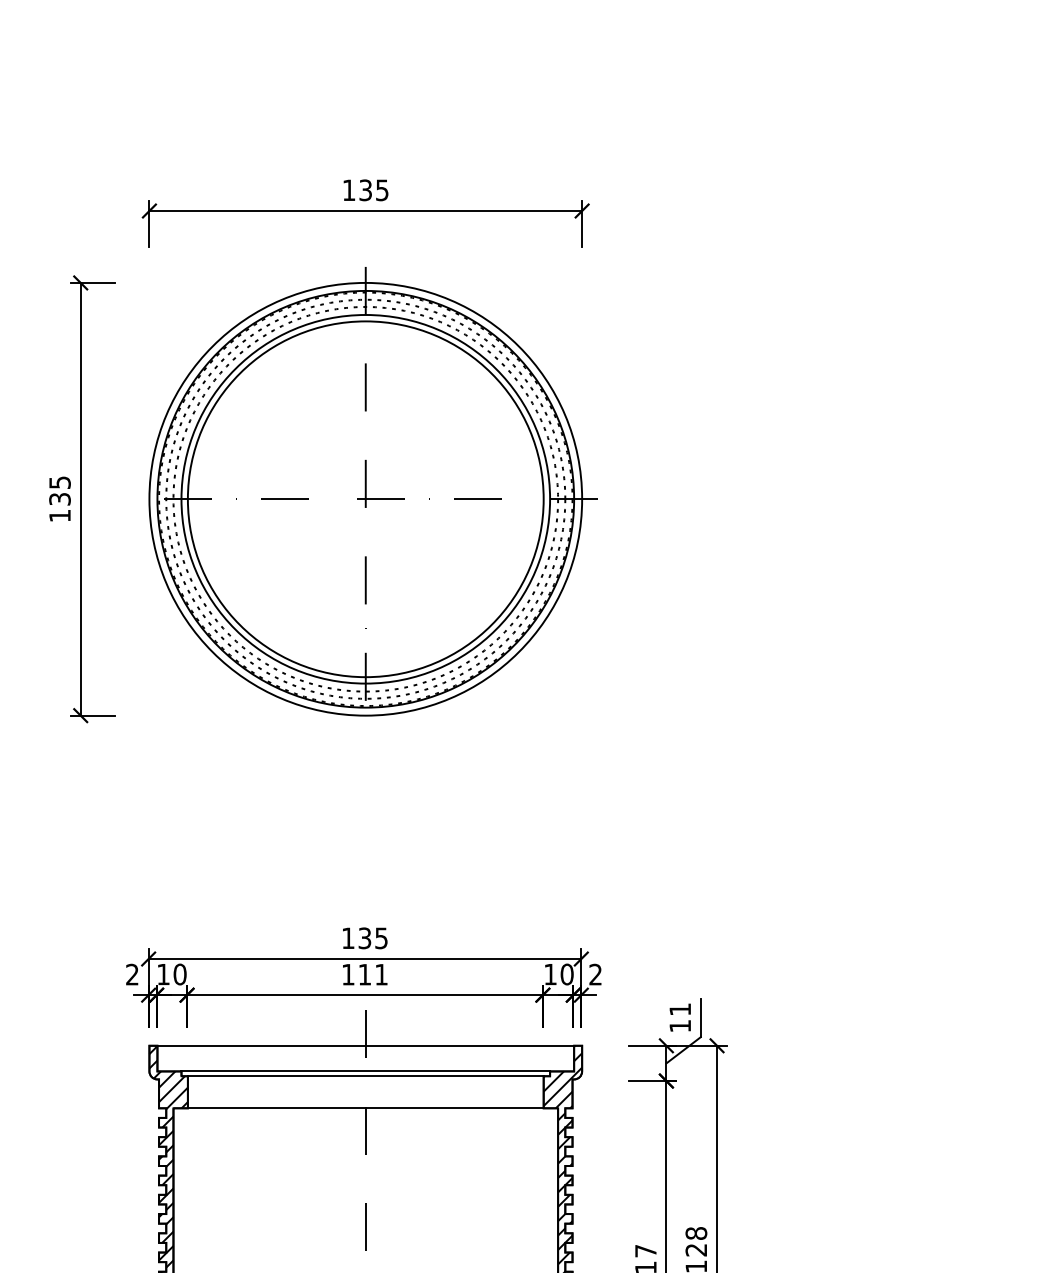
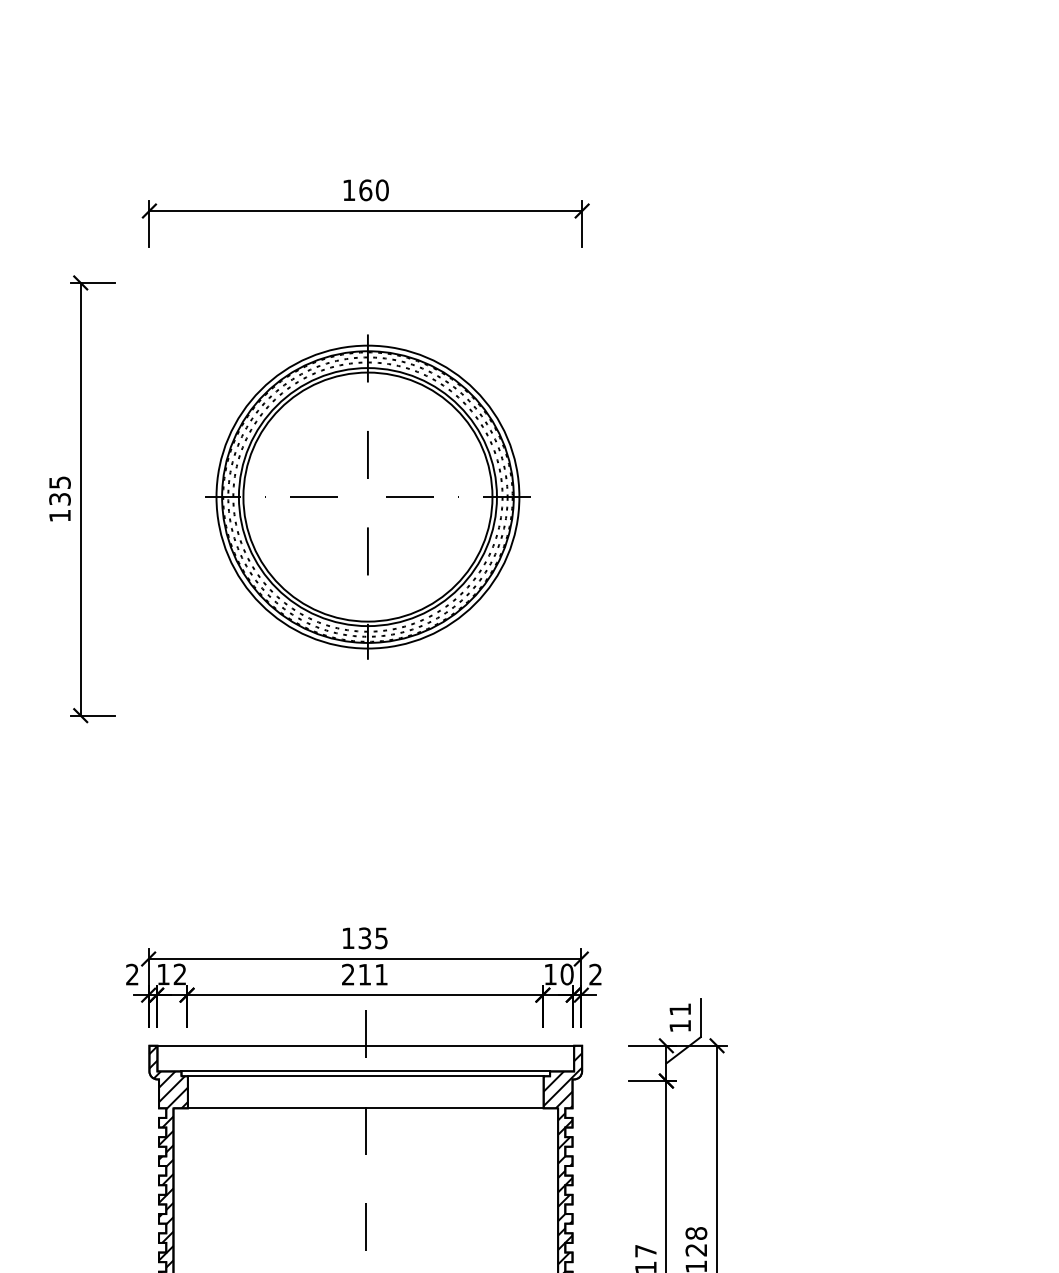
text at (373, 190): 135 -> 160
part at (372, 491) size: 450x450 px -> 322x322 px
text at (179, 974): 10 -> 12
text at (348, 974): 111 -> 211
